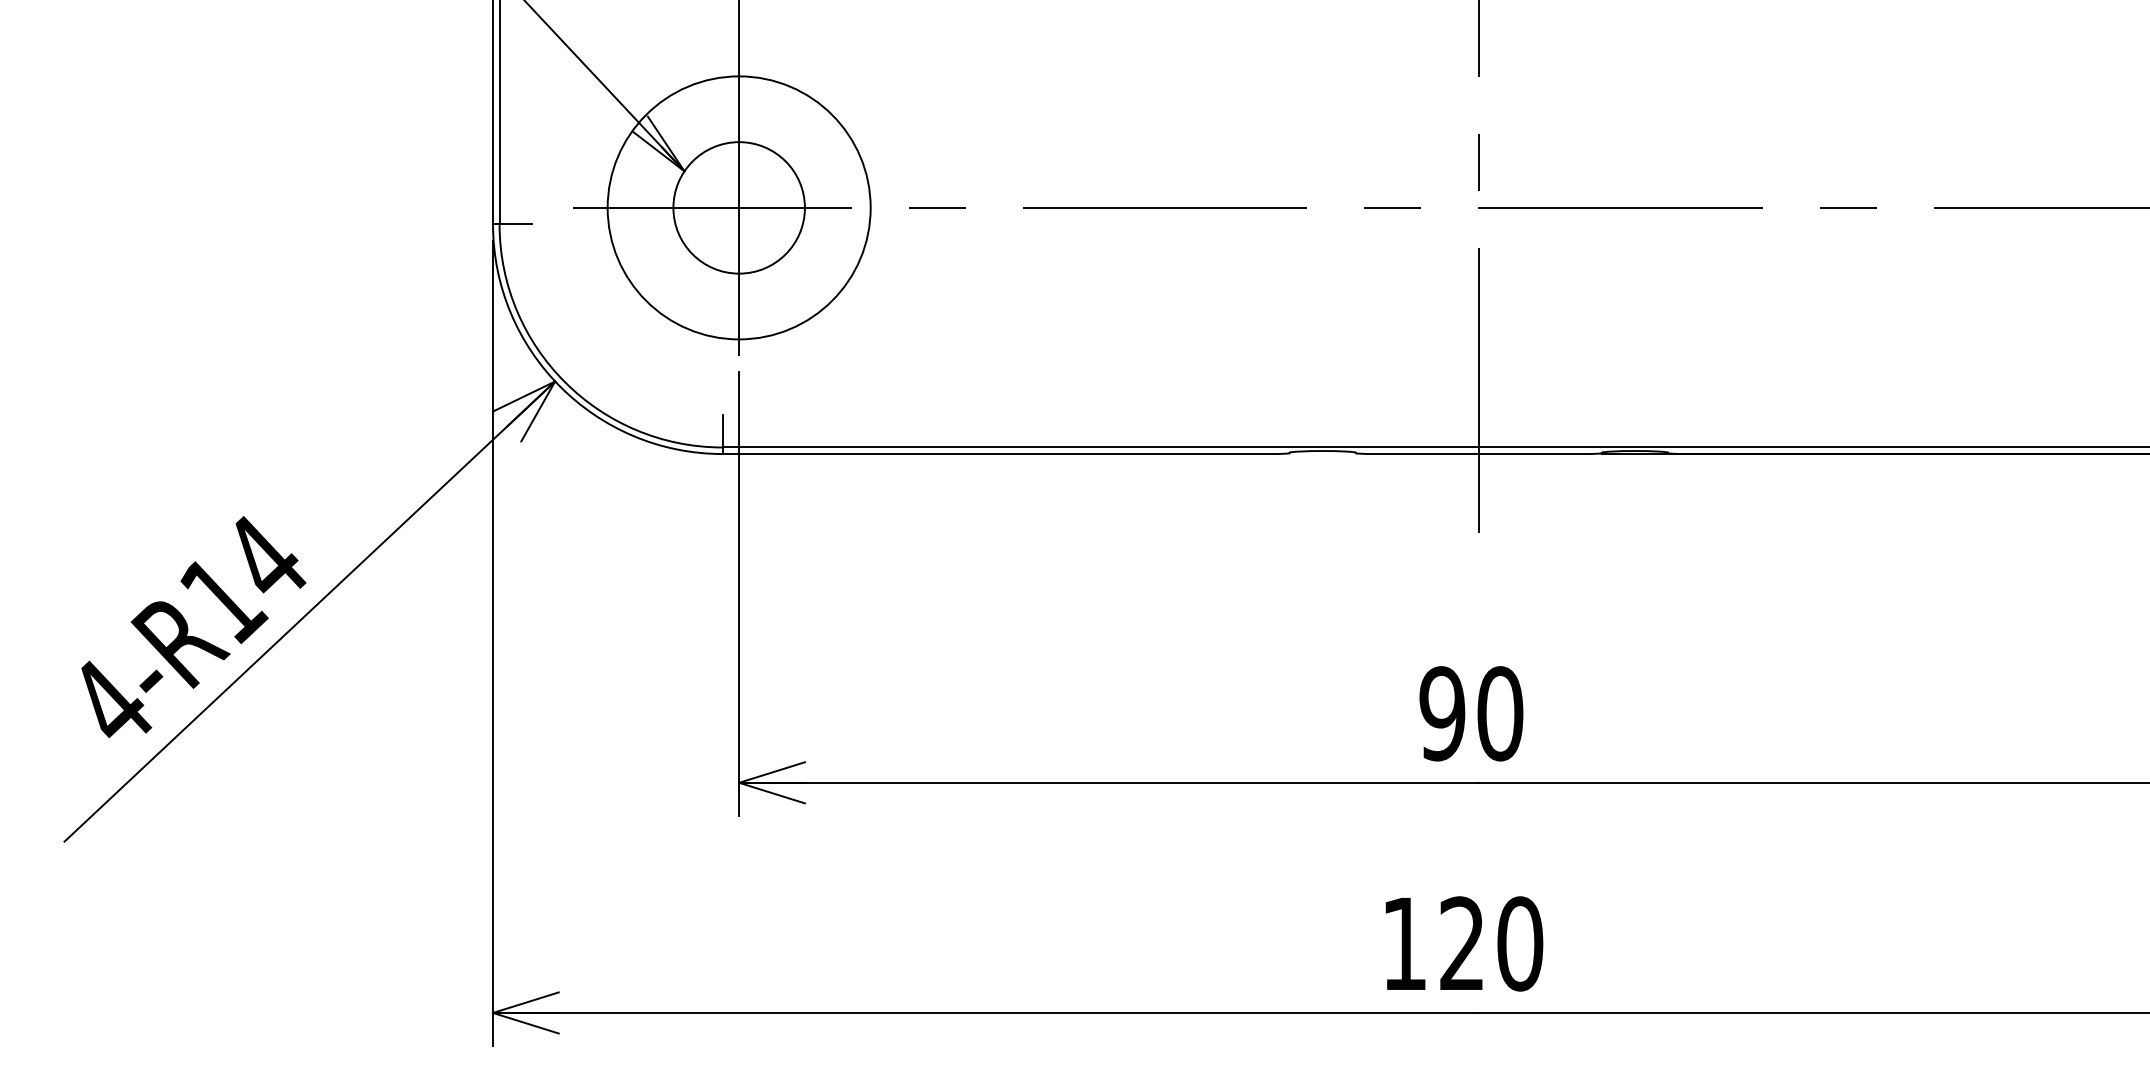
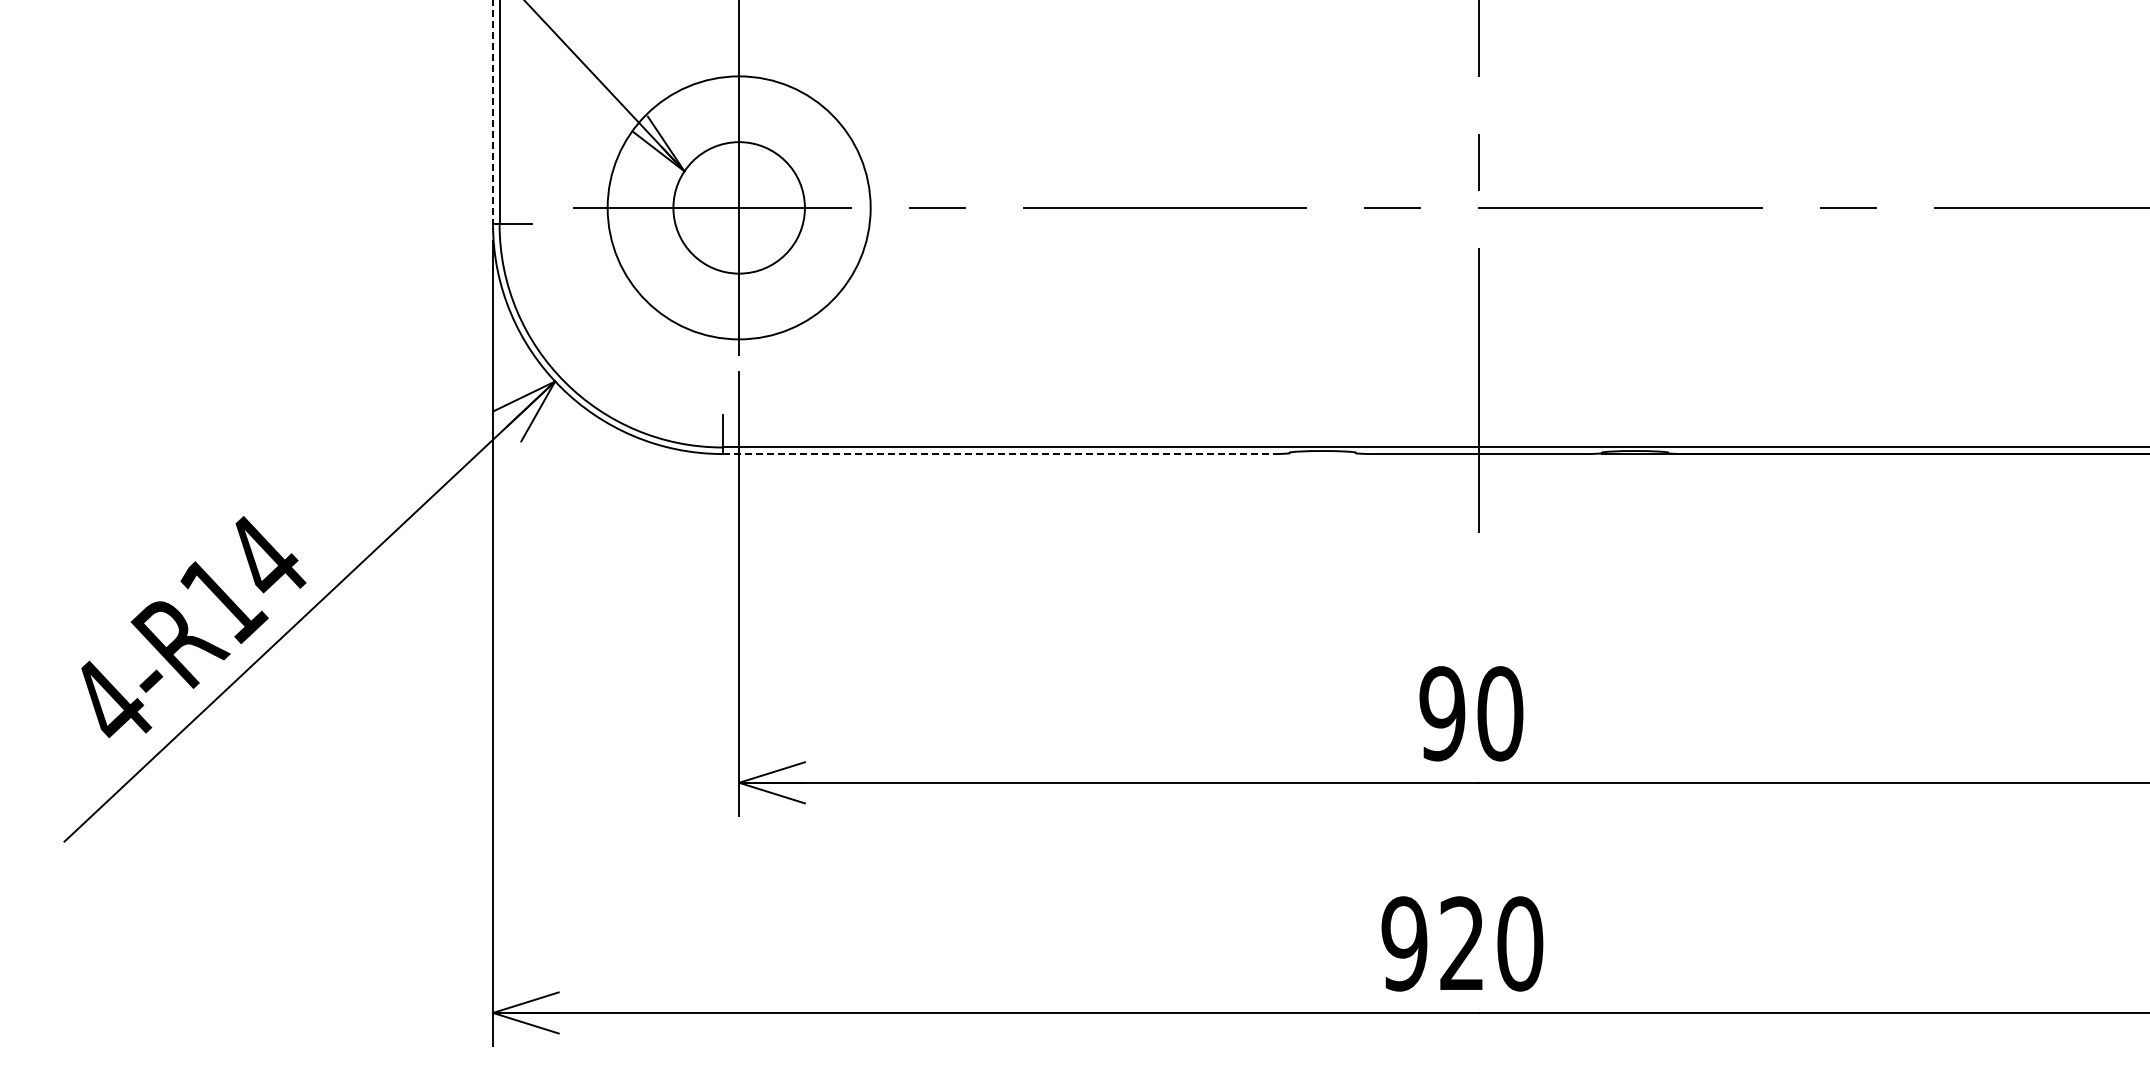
line at (493, 112): solid -> dashed
line at (998, 454): solid -> dashed
text at (1404, 943): 120 -> 920
